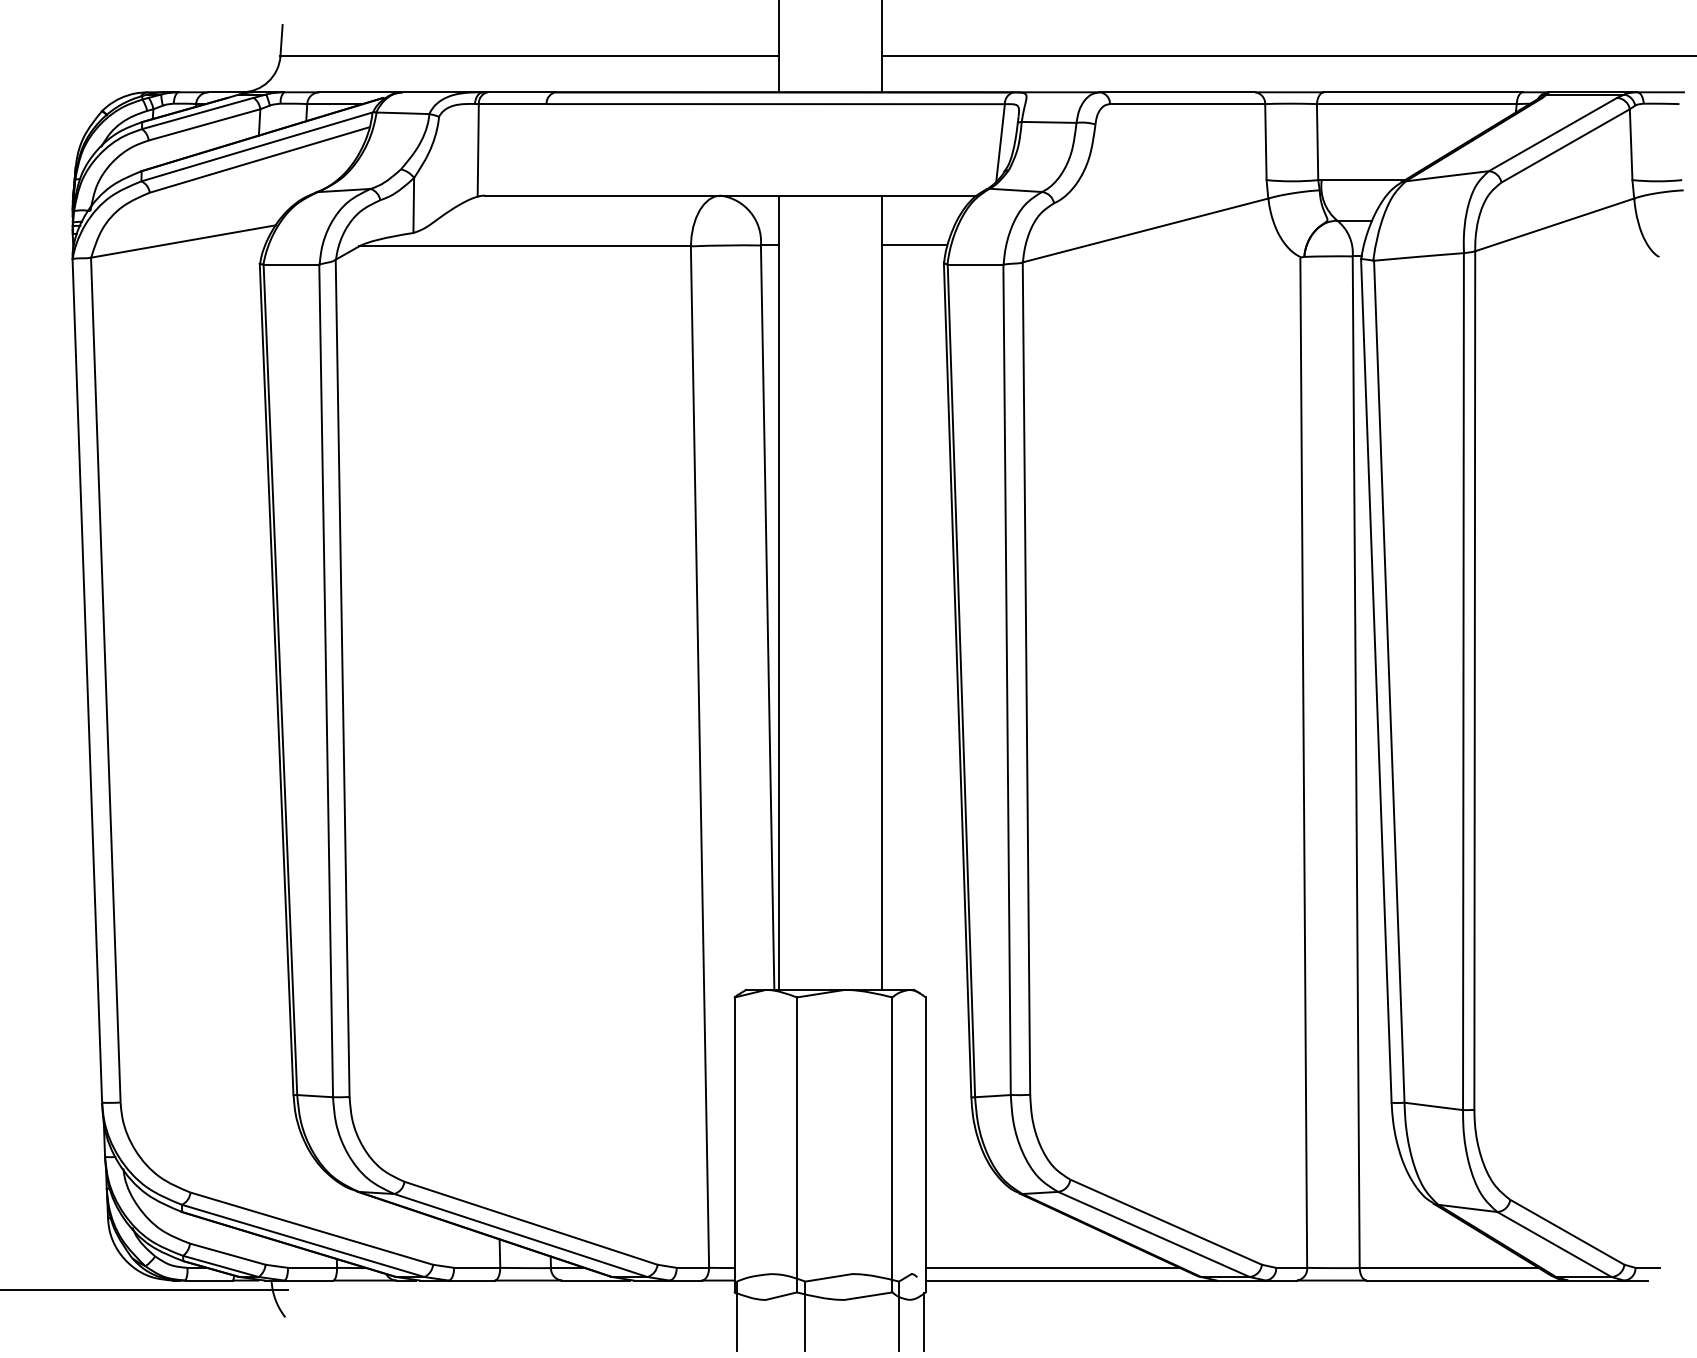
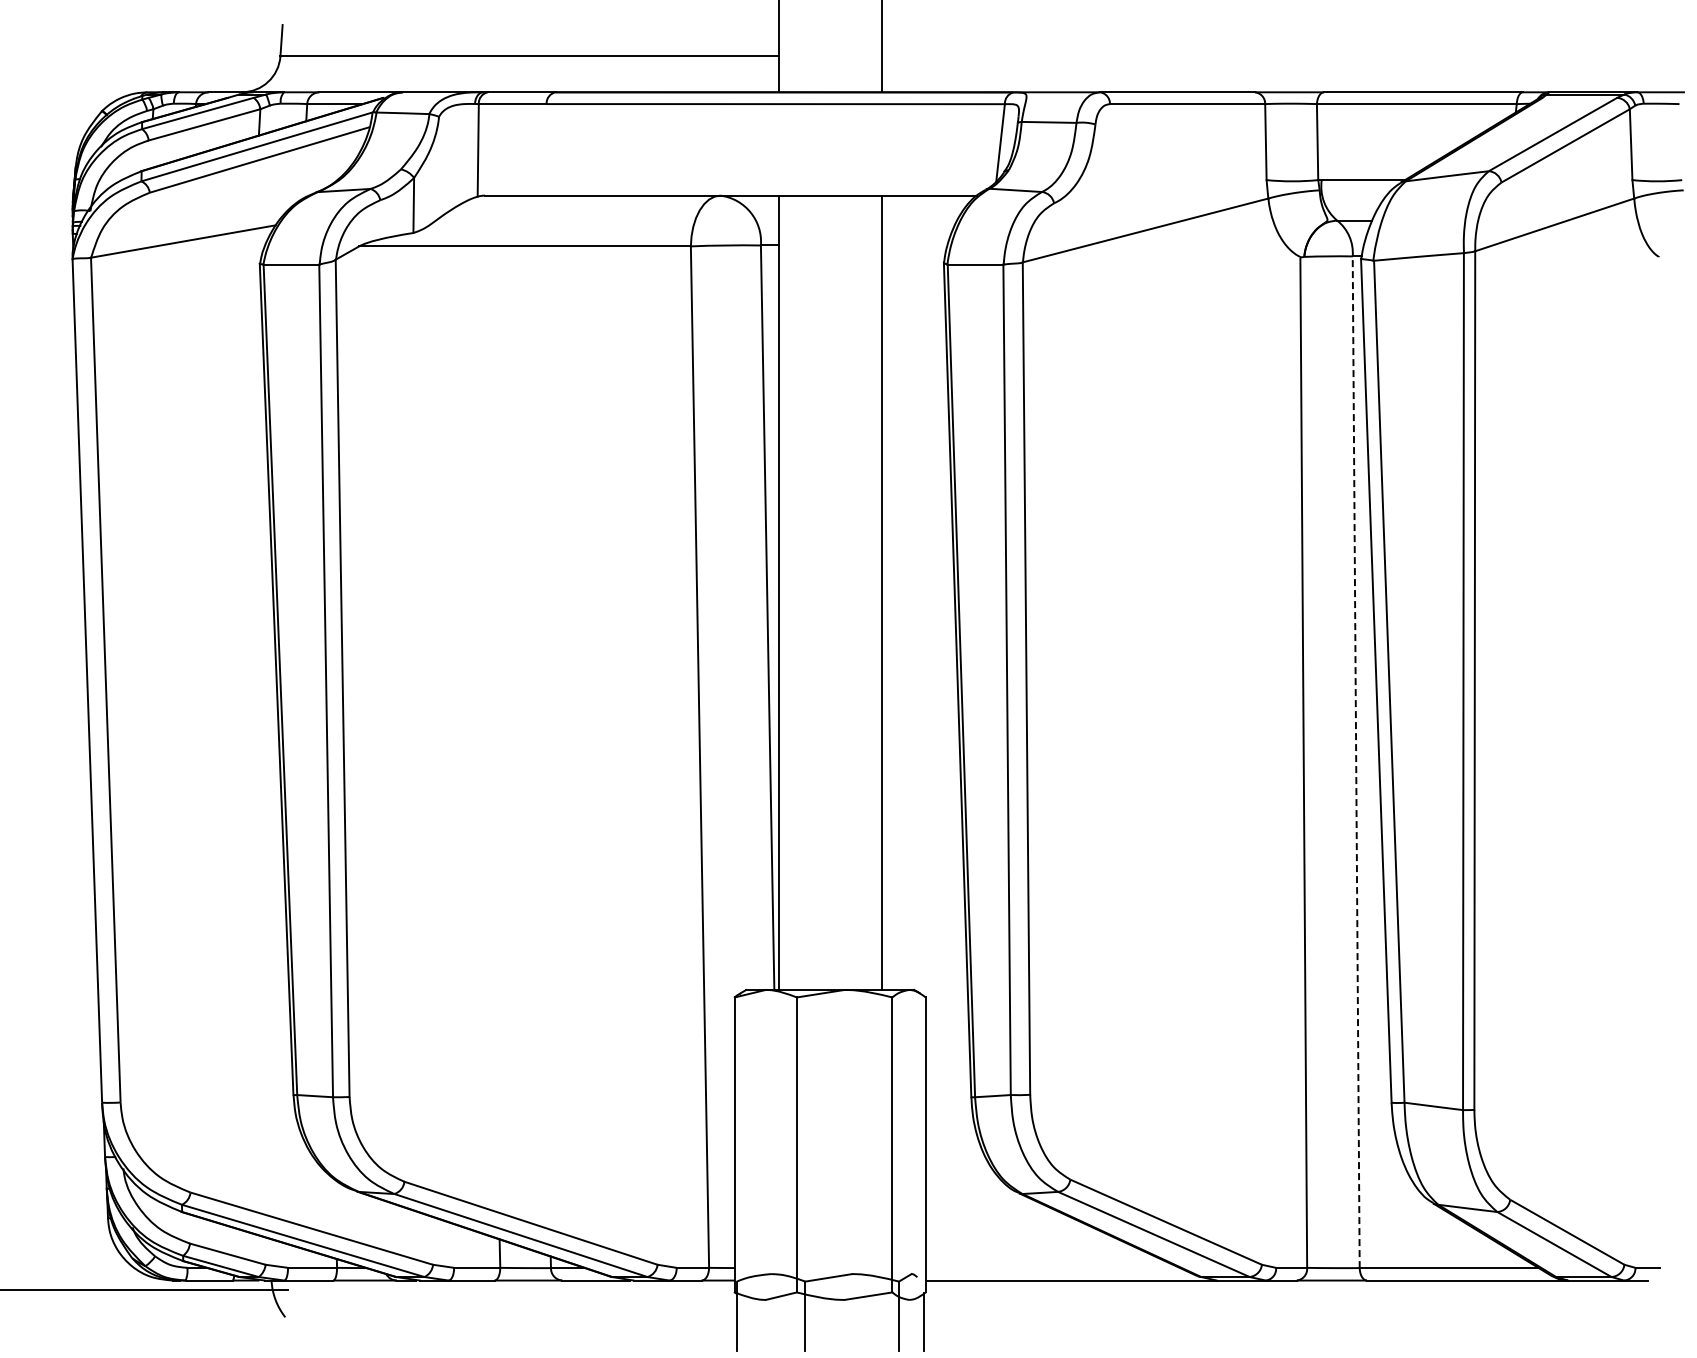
line at (1287, 56): present -> none
line at (913, 245): present -> none
line at (1356, 763): solid -> dashed
line at (1052, 1268): present -> none
